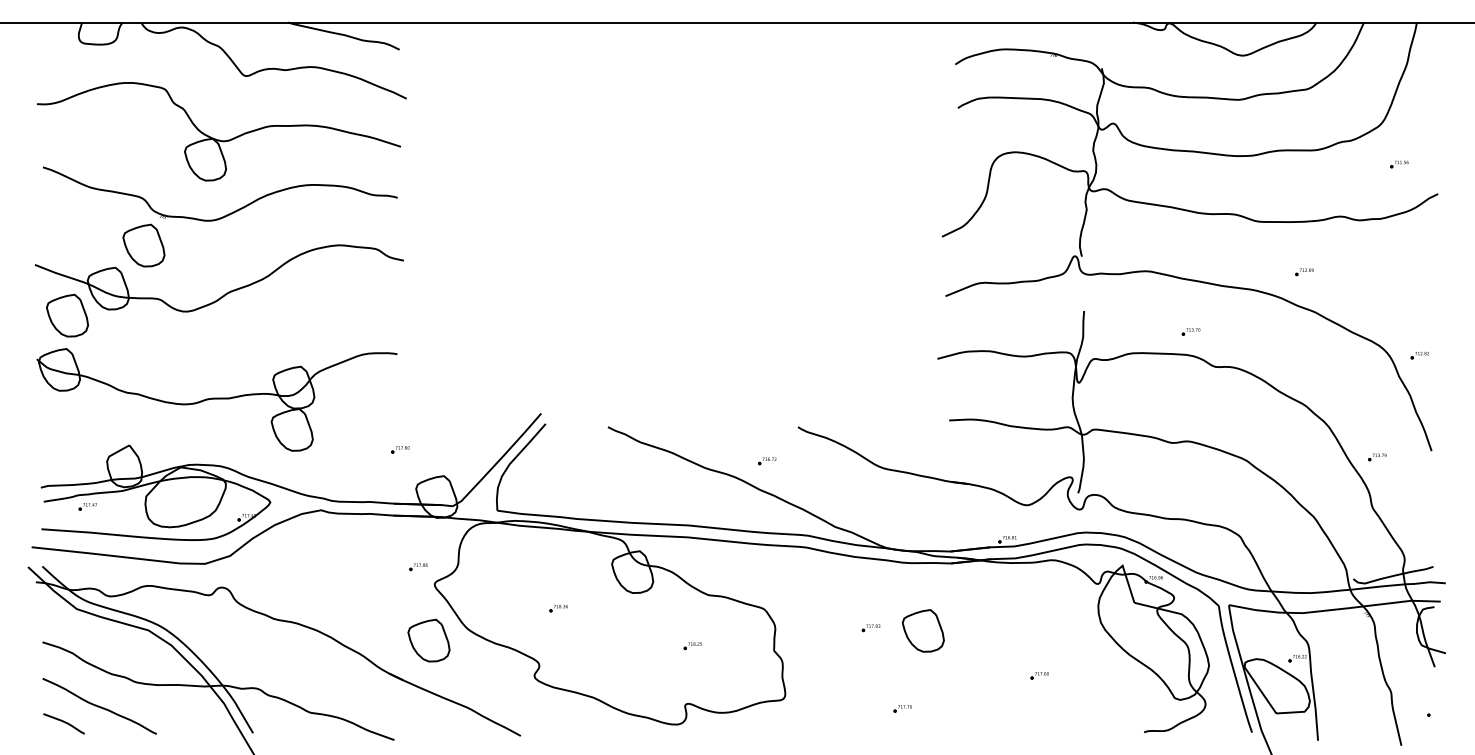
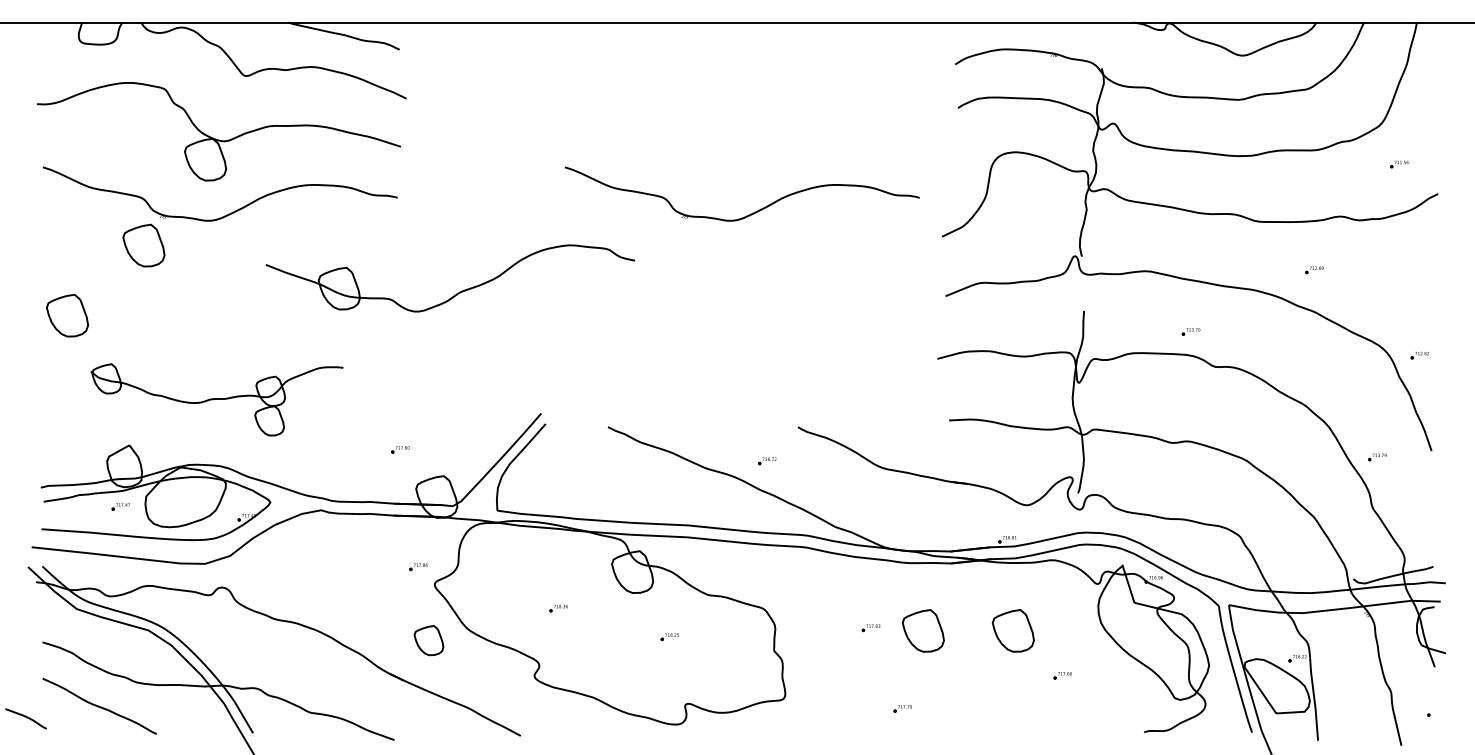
part at (750, 213): none -> present
part at (1304, 272) position: (1304, 272) -> (1314, 270)
part at (228, 291) position: (228, 291) -> (459, 291)
part at (216, 399) size: 362x104 px -> 254x74 px
part at (87, 506) position: (87, 506) -> (120, 506)
part at (1012, 630): none -> present
part at (428, 640) size: 44x45 px -> 32x32 px
part at (692, 646) position: (692, 646) -> (669, 637)
part at (1039, 675) position: (1039, 675) -> (1062, 675)
curve at (63, 722) position: (63, 722) -> (25, 717)
